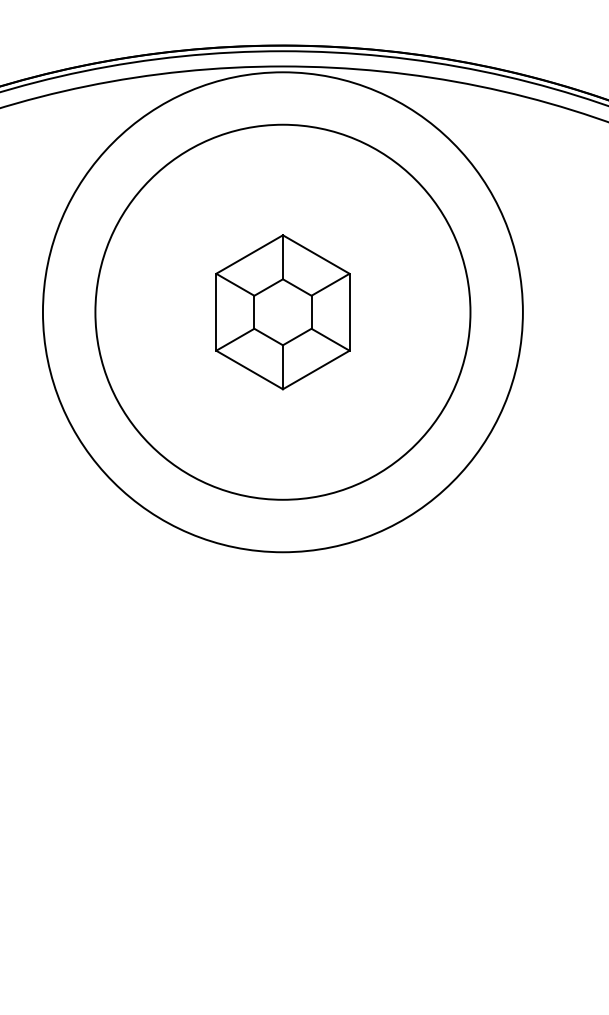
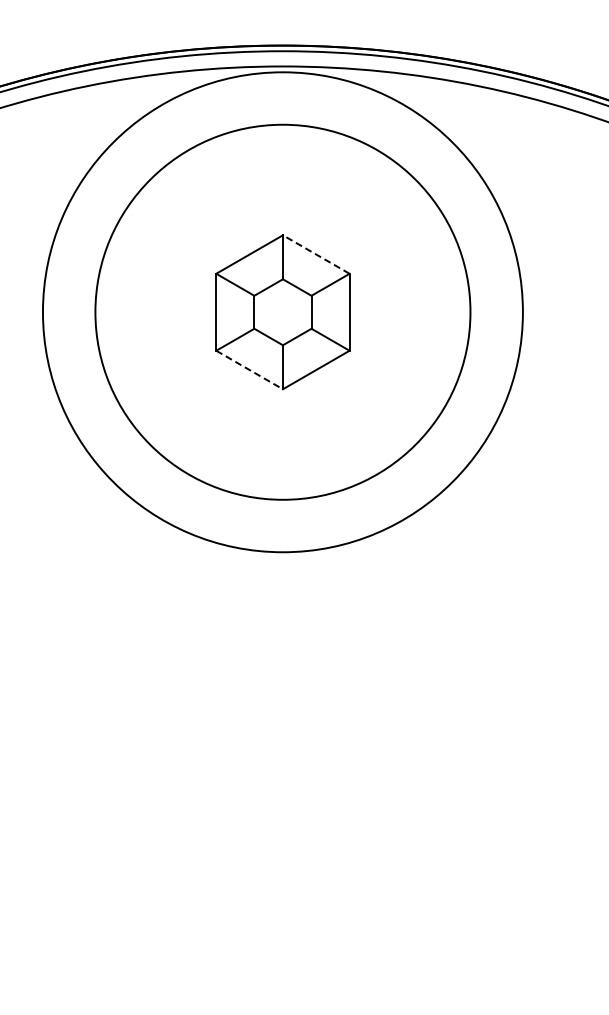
line at (315, 254): solid -> dashed
line at (250, 370): solid -> dashed
